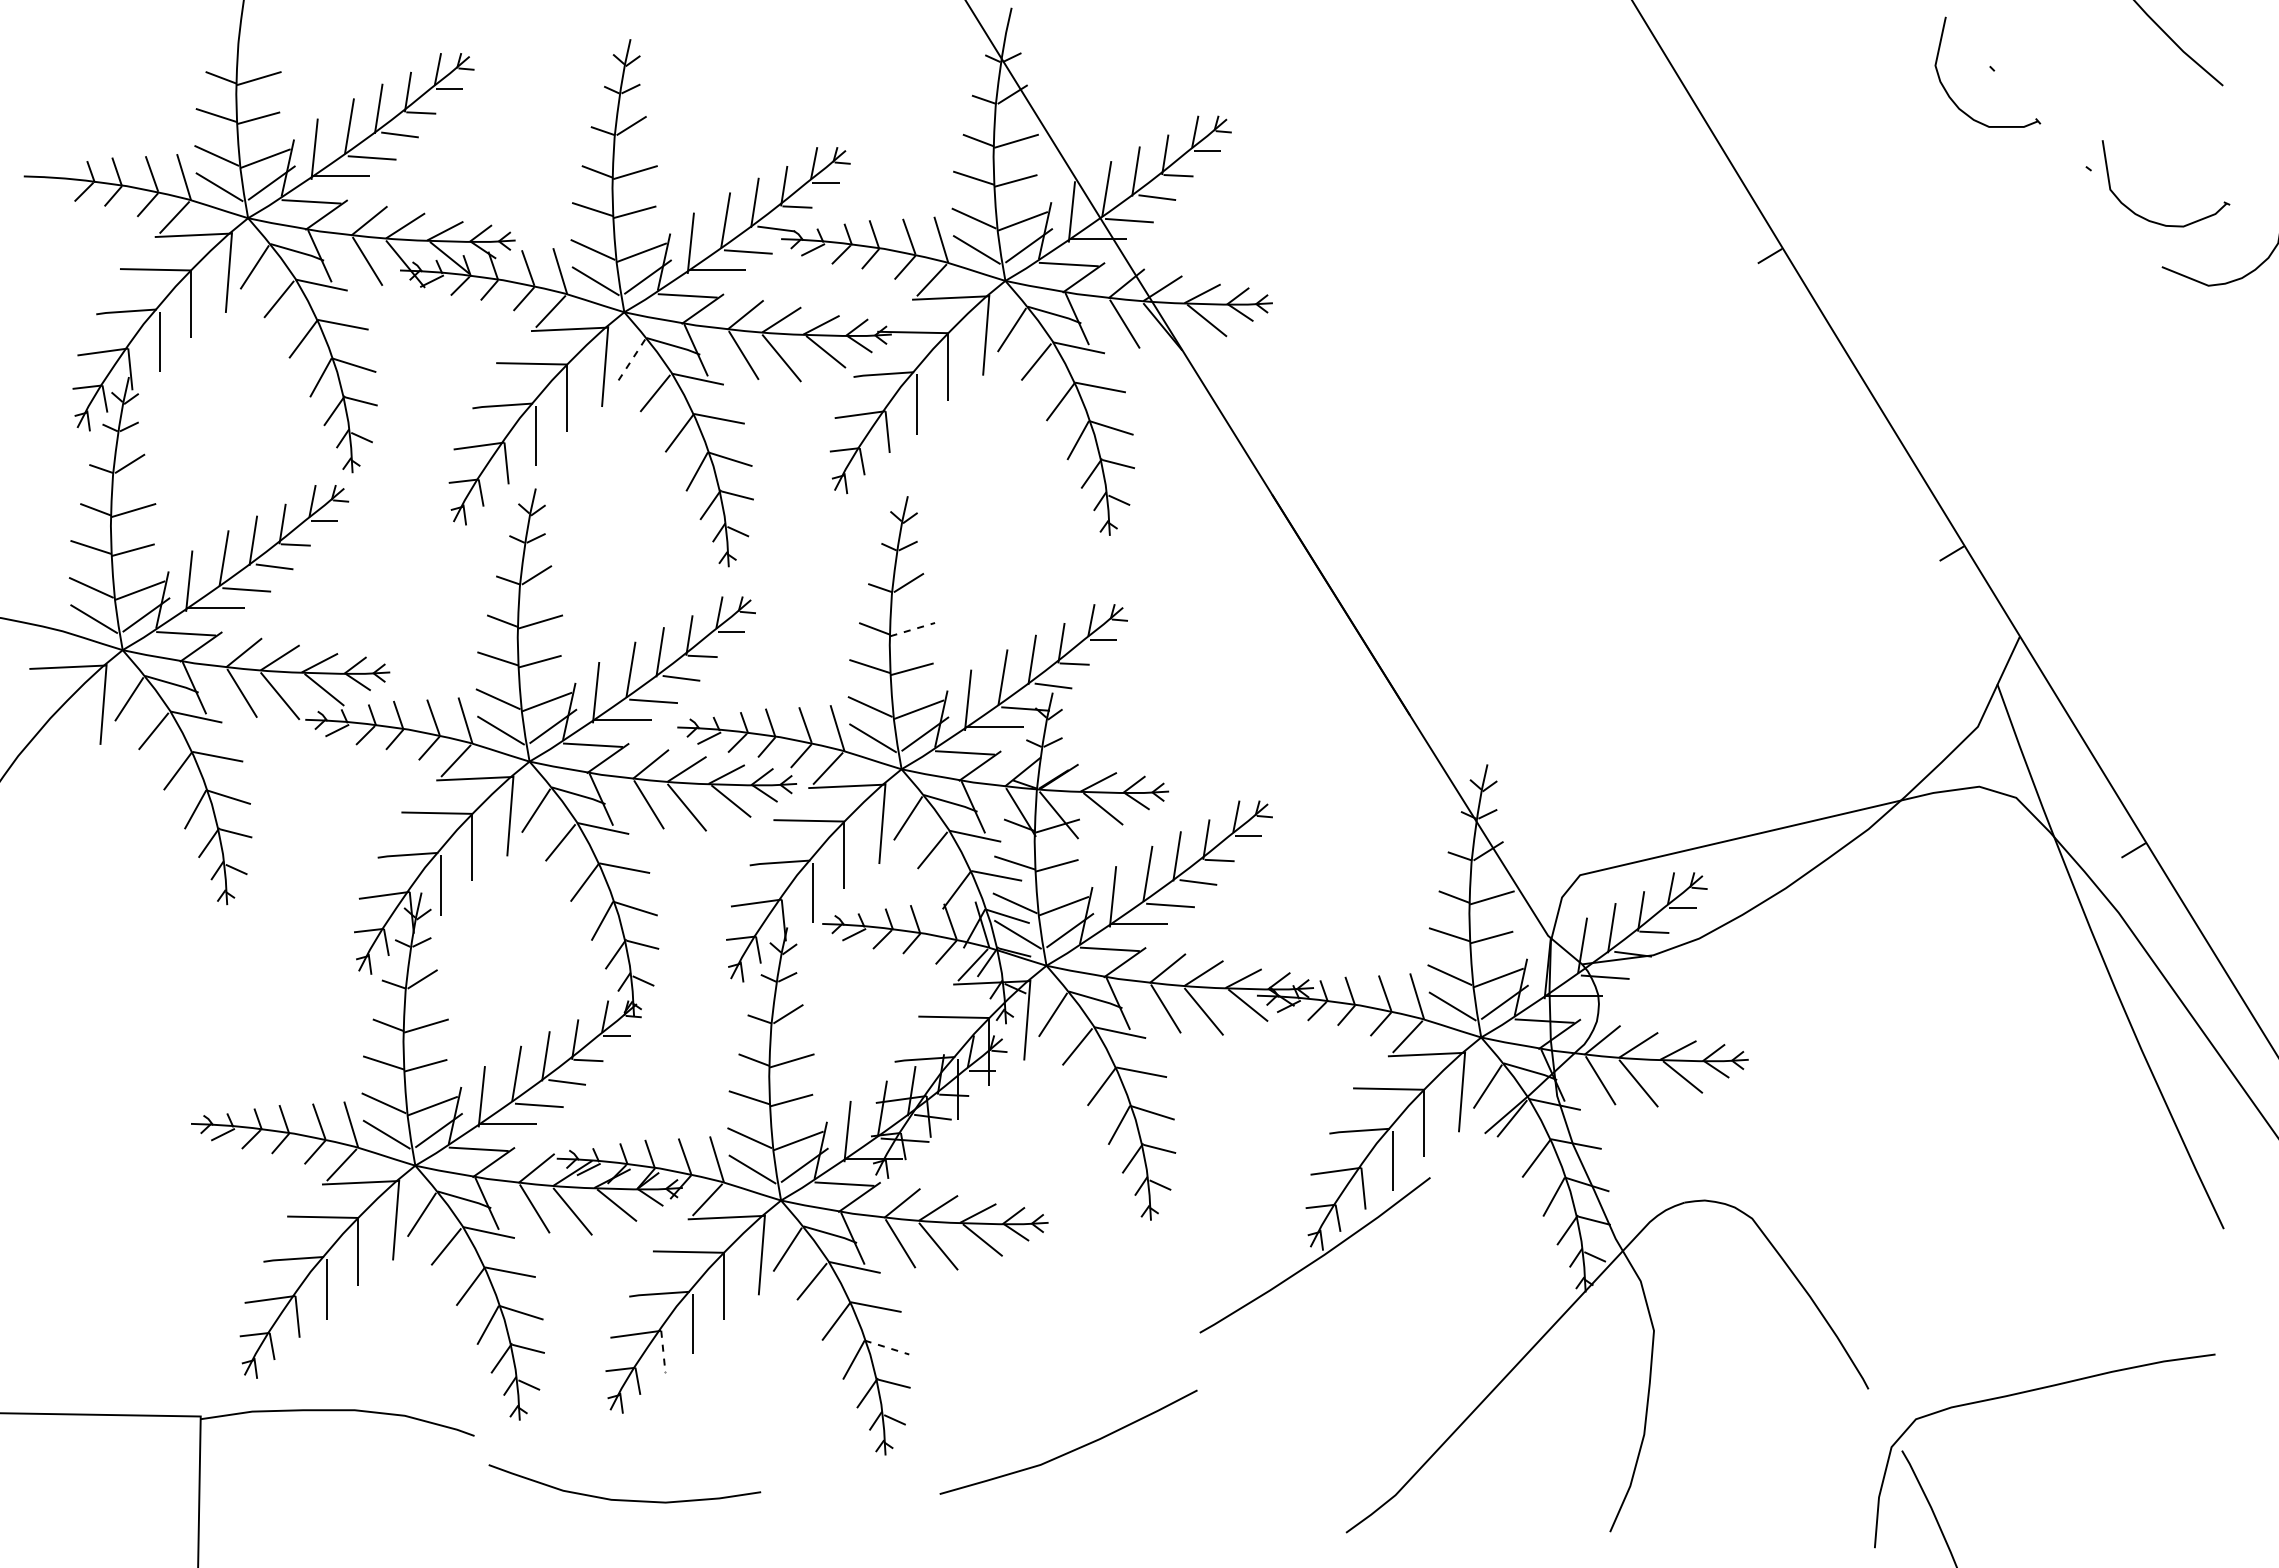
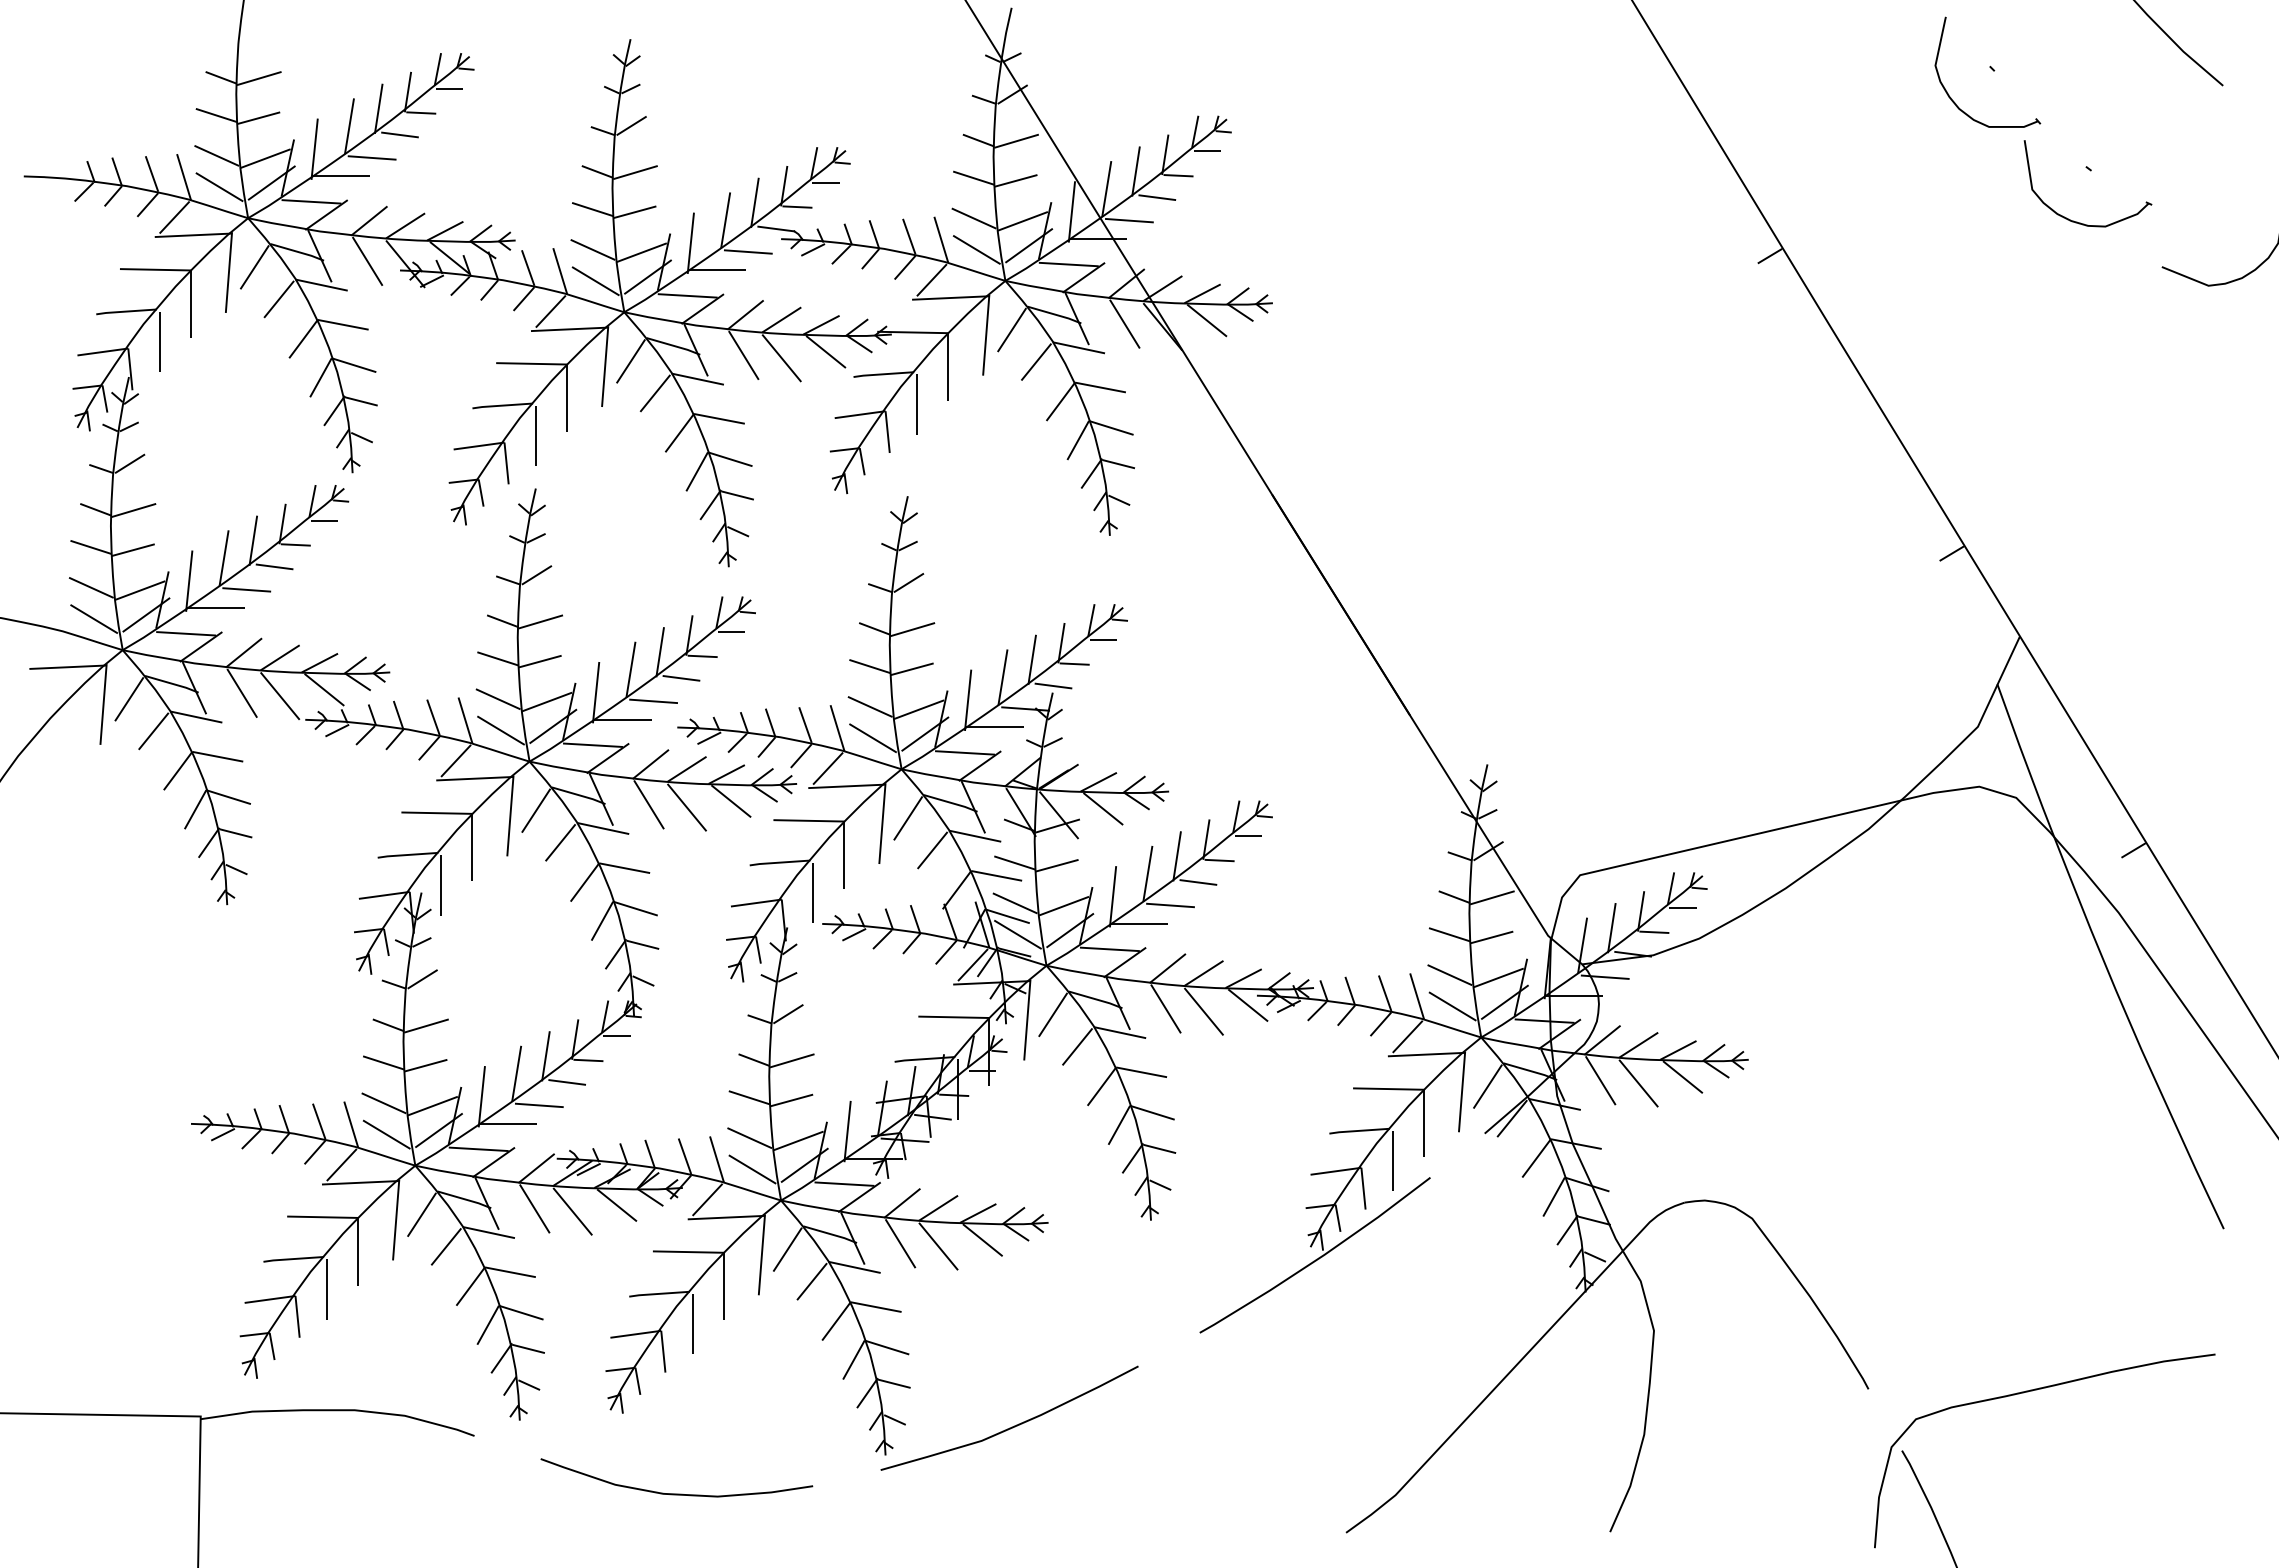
part at (2155, 221) position: (2155, 221) -> (2077, 221)
line at (630, 361): dashed -> solid
line at (913, 629): dashed -> solid
line at (886, 1347): dashed -> solid
line at (663, 1352): dashed -> solid
curve at (1070, 1450) position: (1070, 1450) -> (1011, 1426)
curve at (624, 1499) position: (624, 1499) -> (676, 1493)
